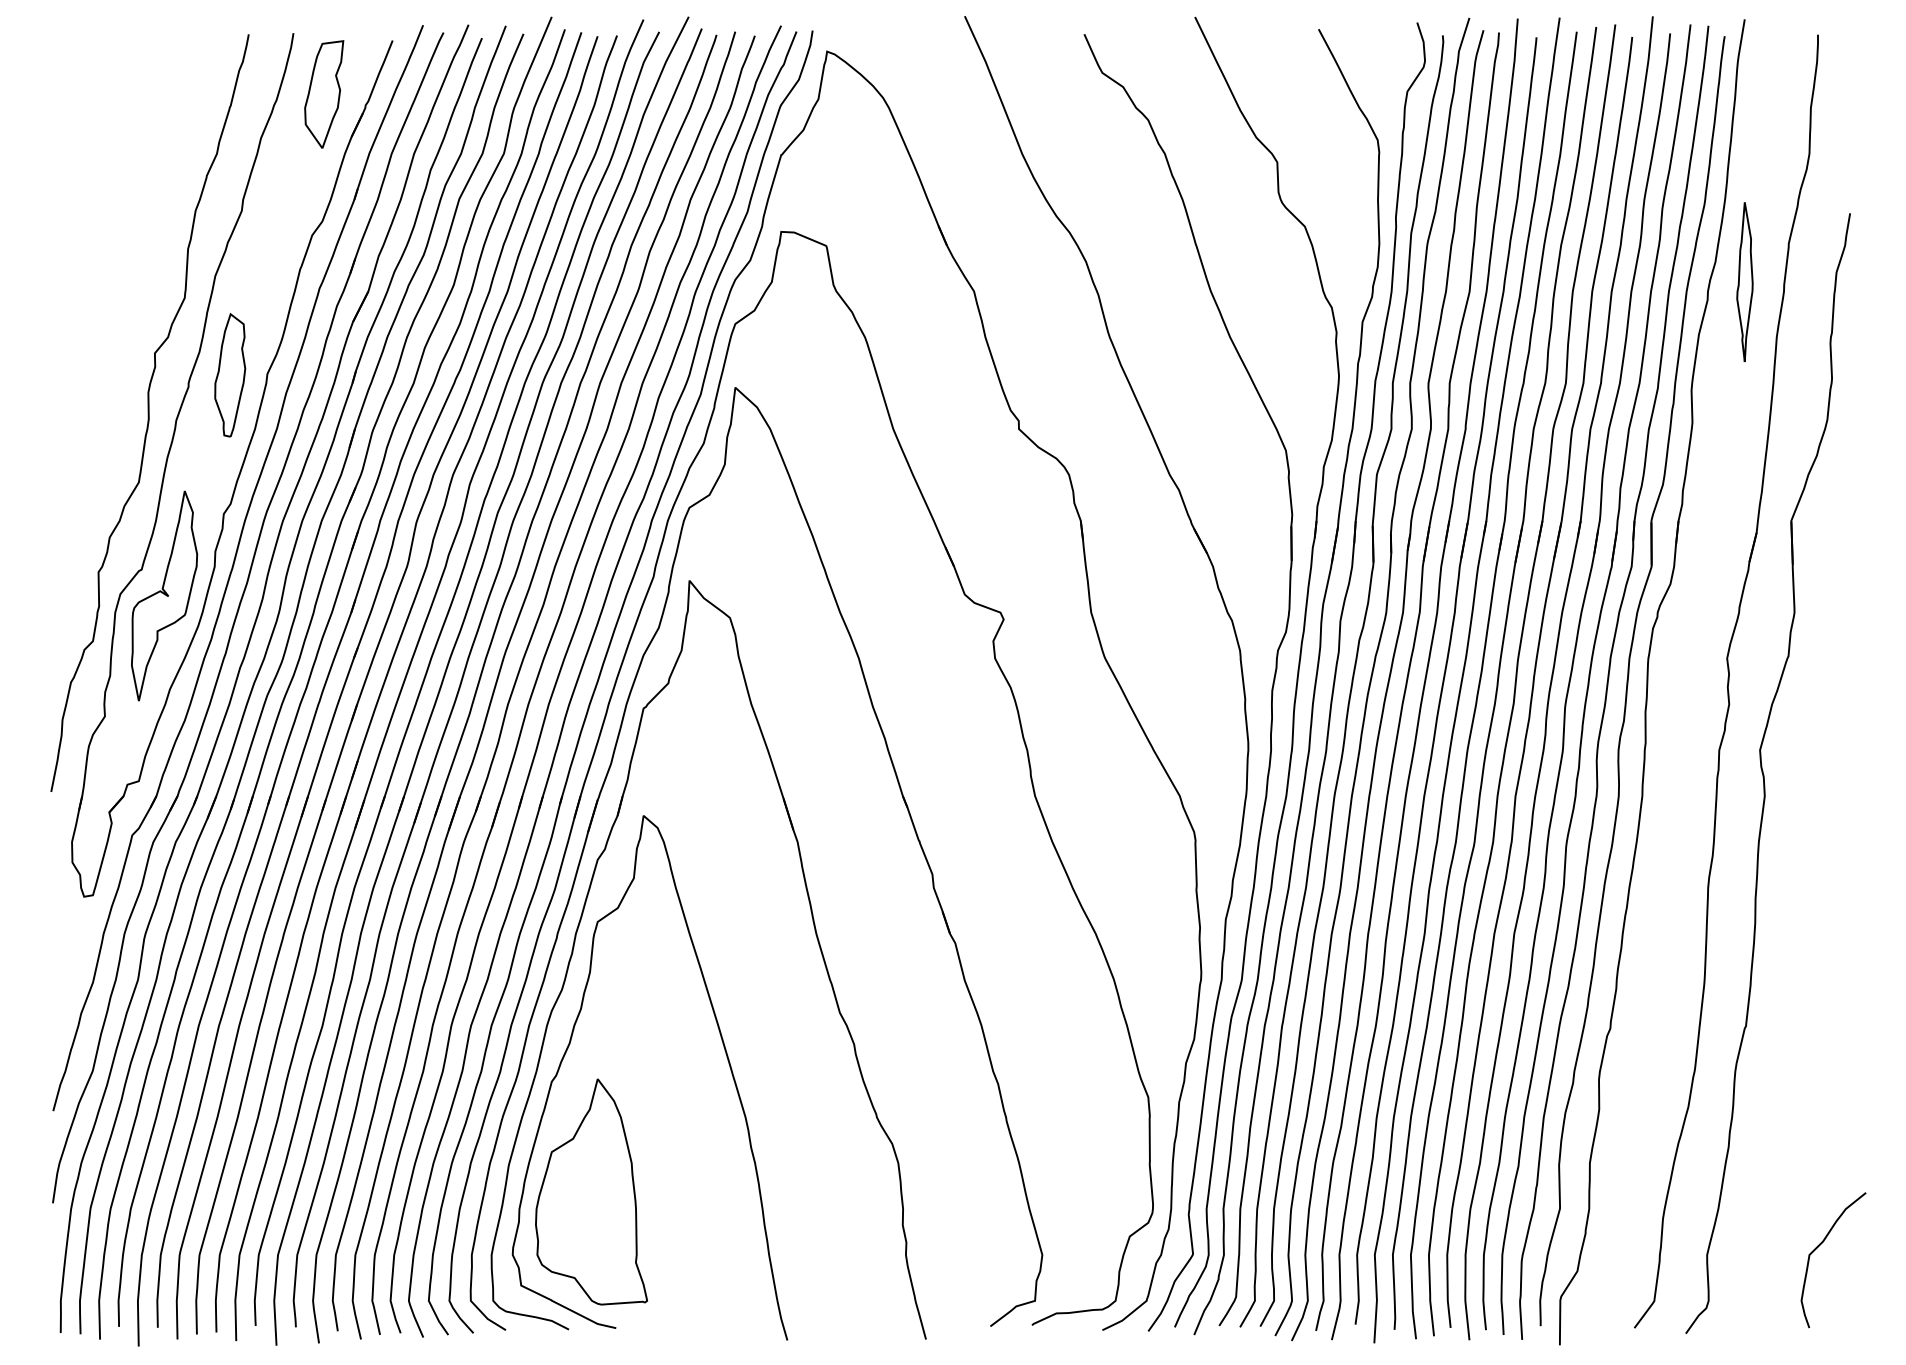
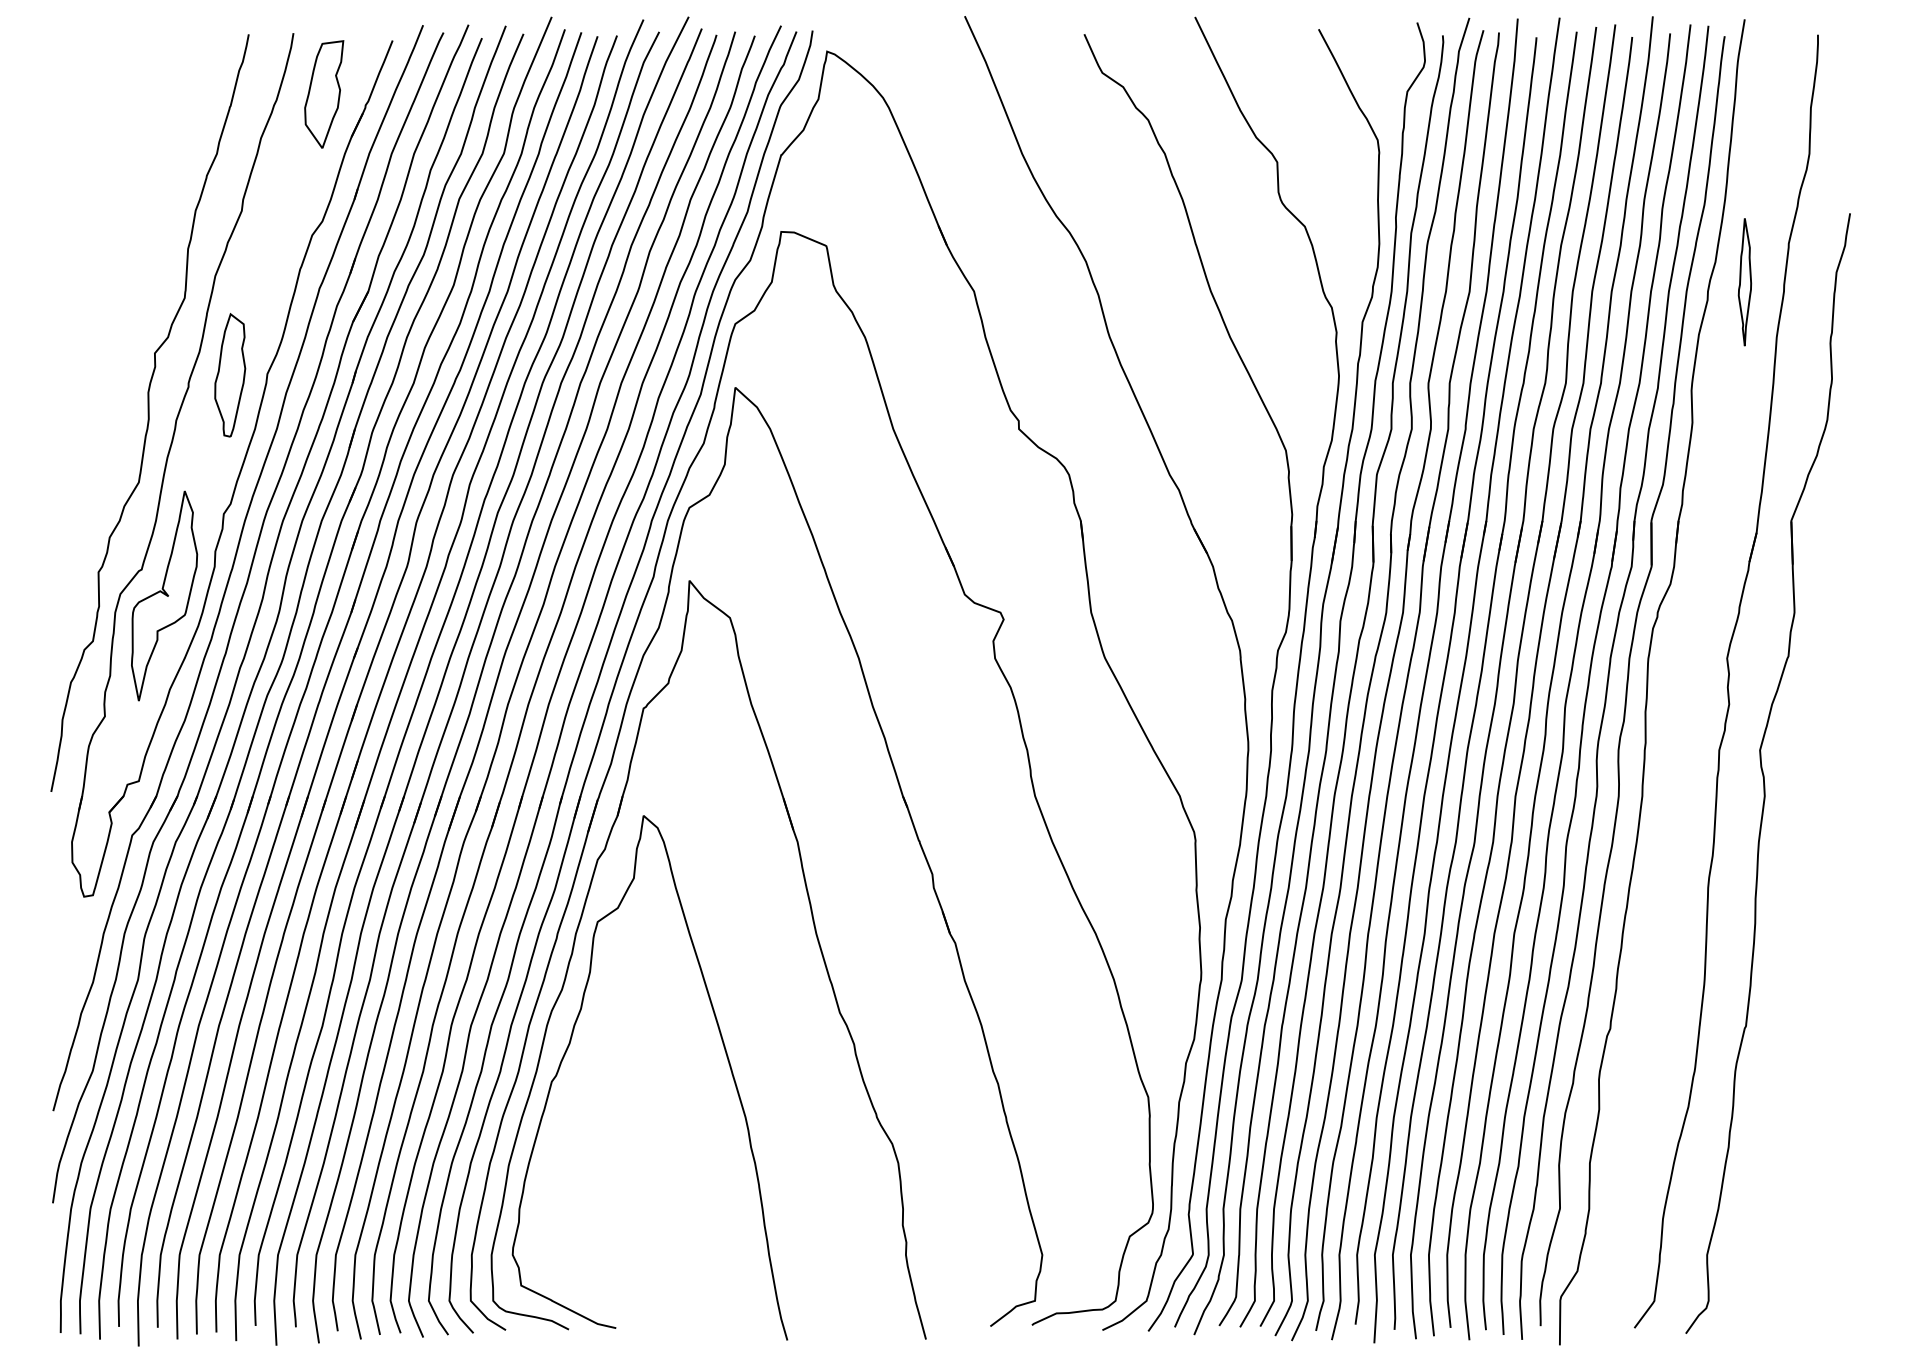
part at (1744, 282) size: 18x161 px -> 16x129 px
part at (591, 1191): present -> none
curve at (1819, 1246): present -> none
